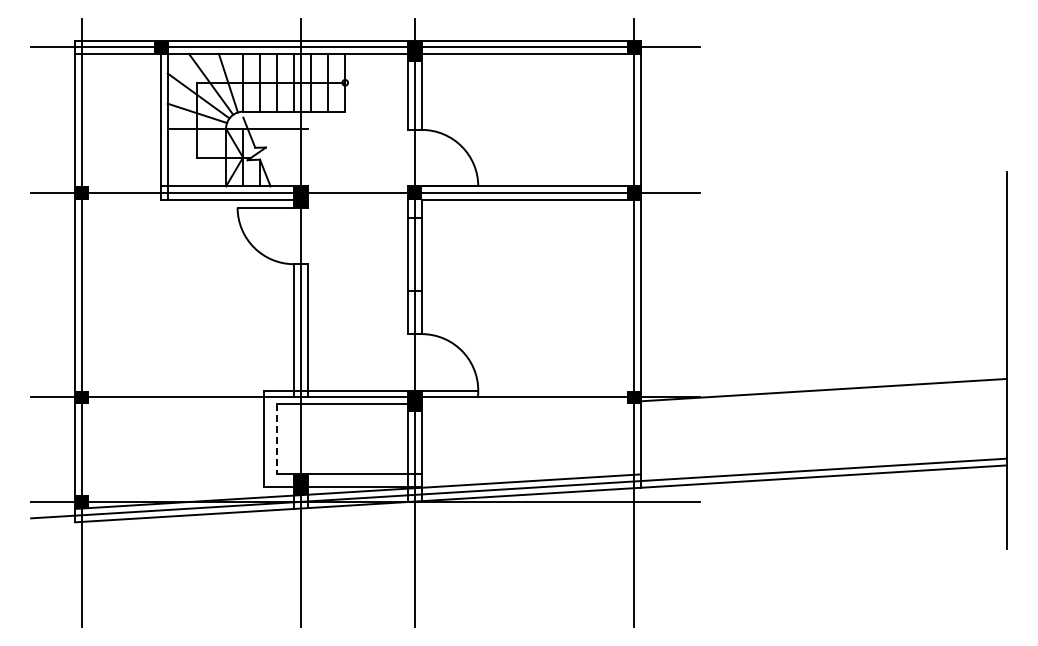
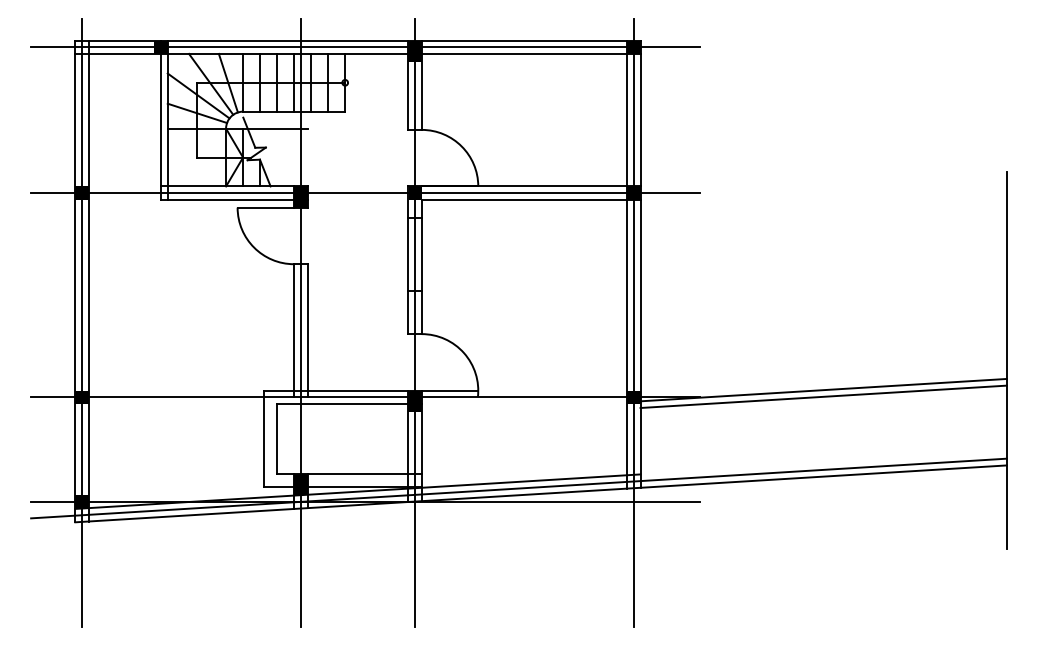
line at (627, 264): none -> present
line at (88, 280): none -> present
line at (823, 396): none -> present
line at (277, 438): dashed -> solid
